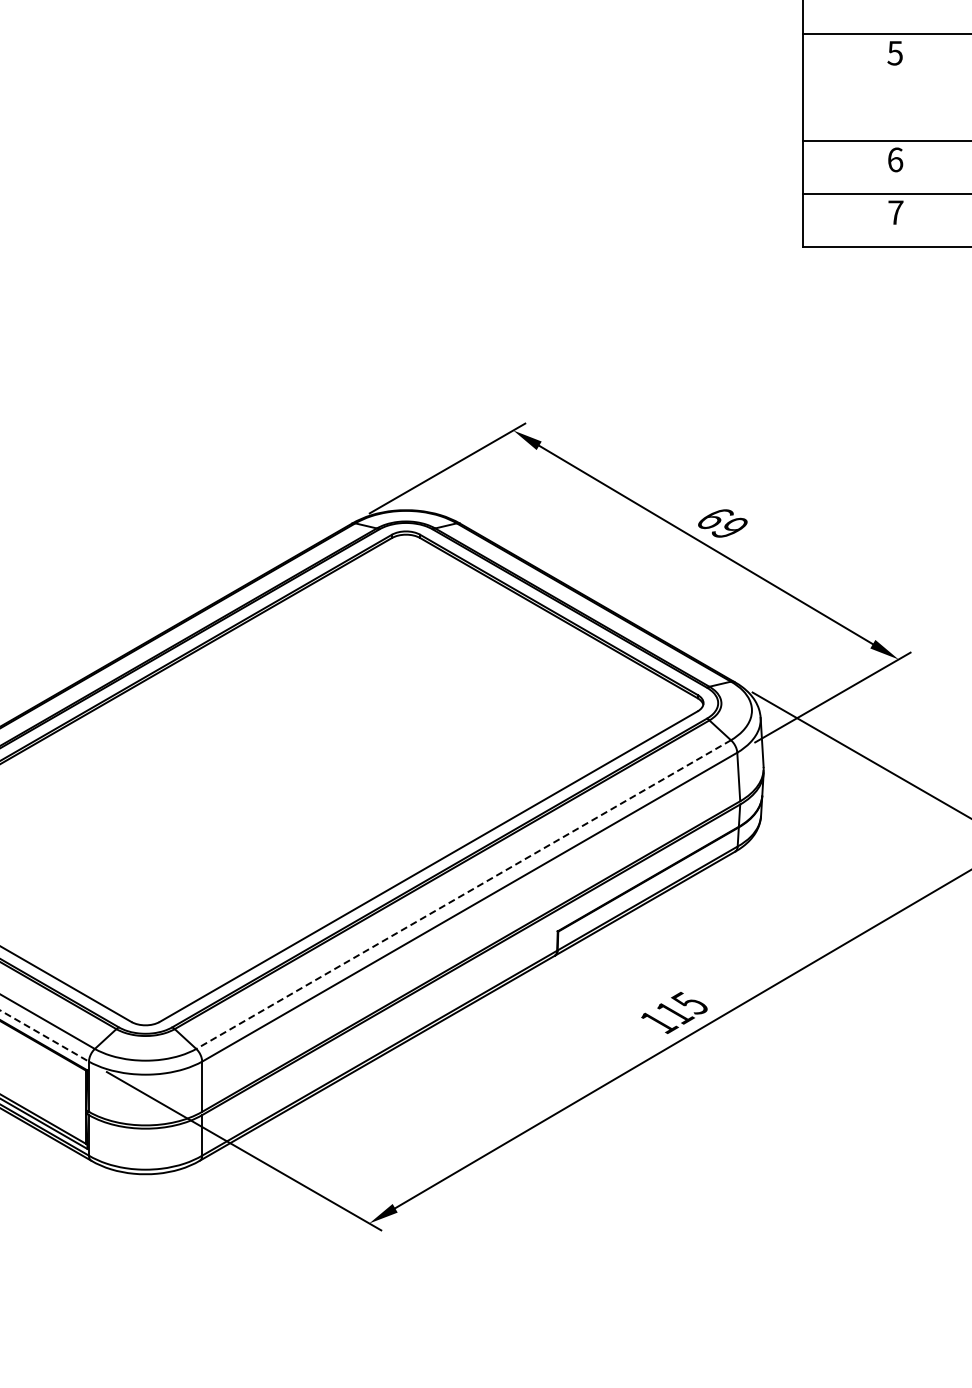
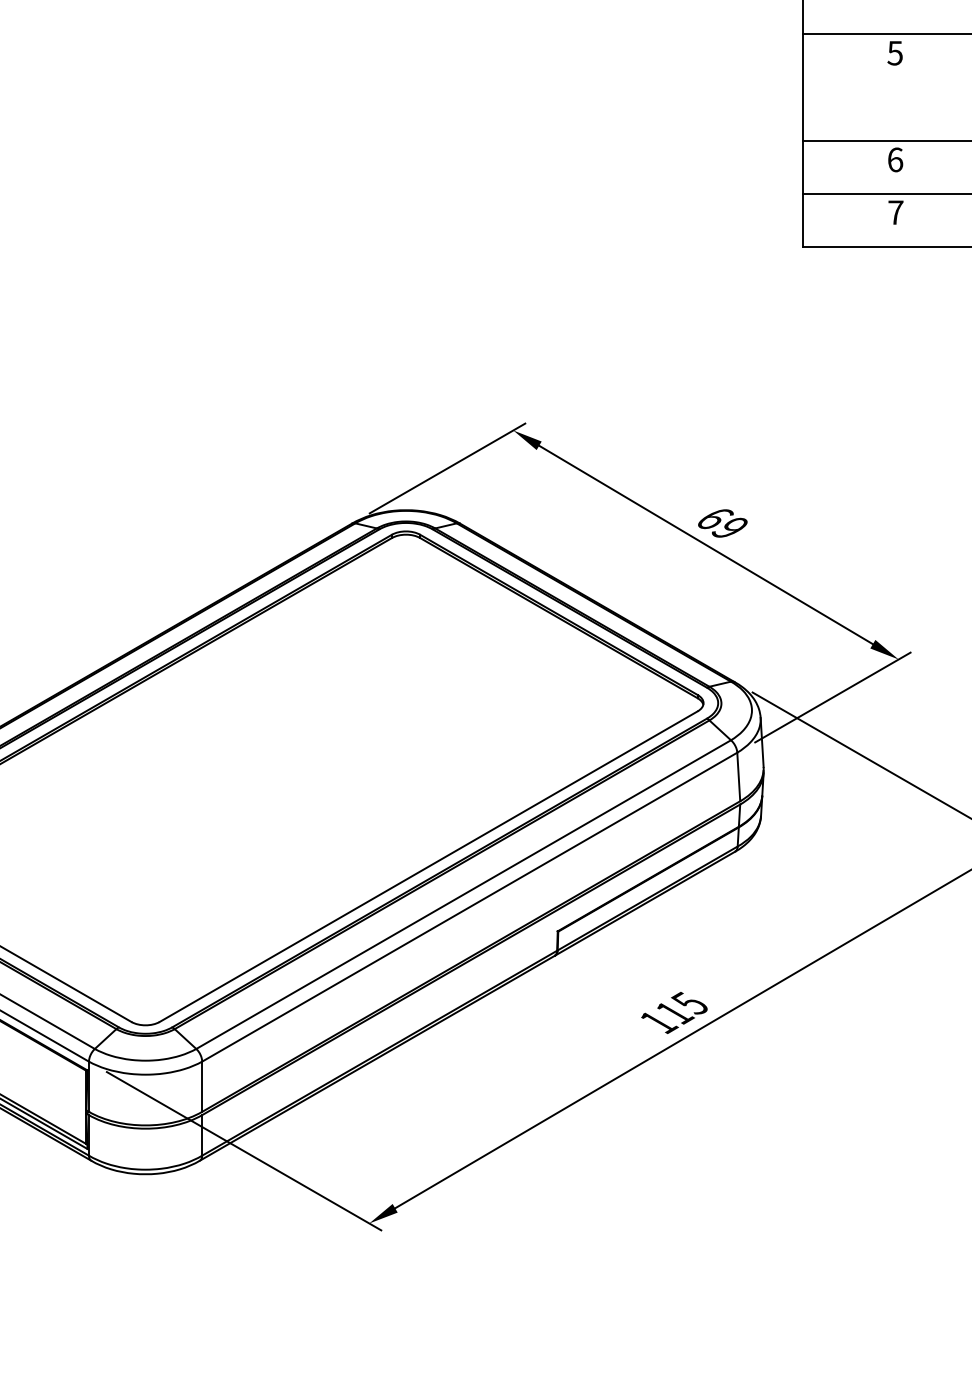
line at (463, 894): dashed -> solid
line at (44, 1036): dashed -> solid
